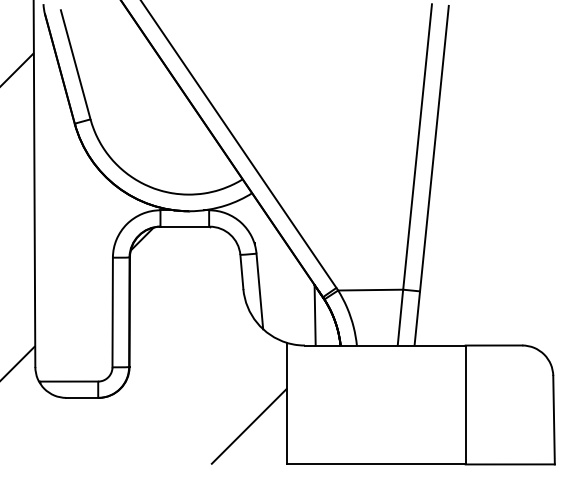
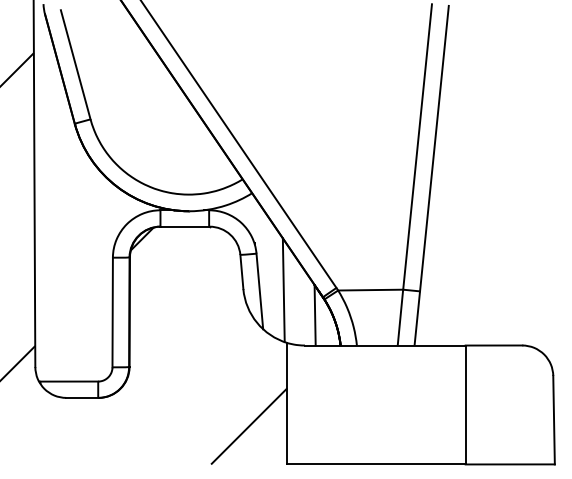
line at (283, 290): none -> present
